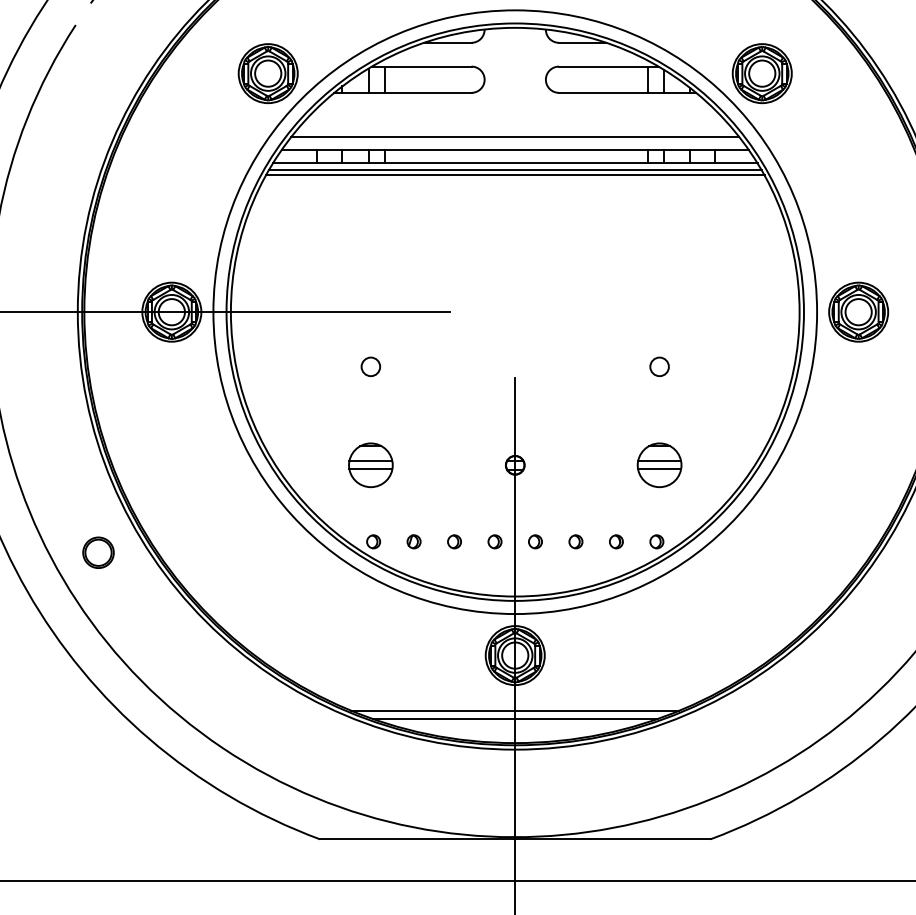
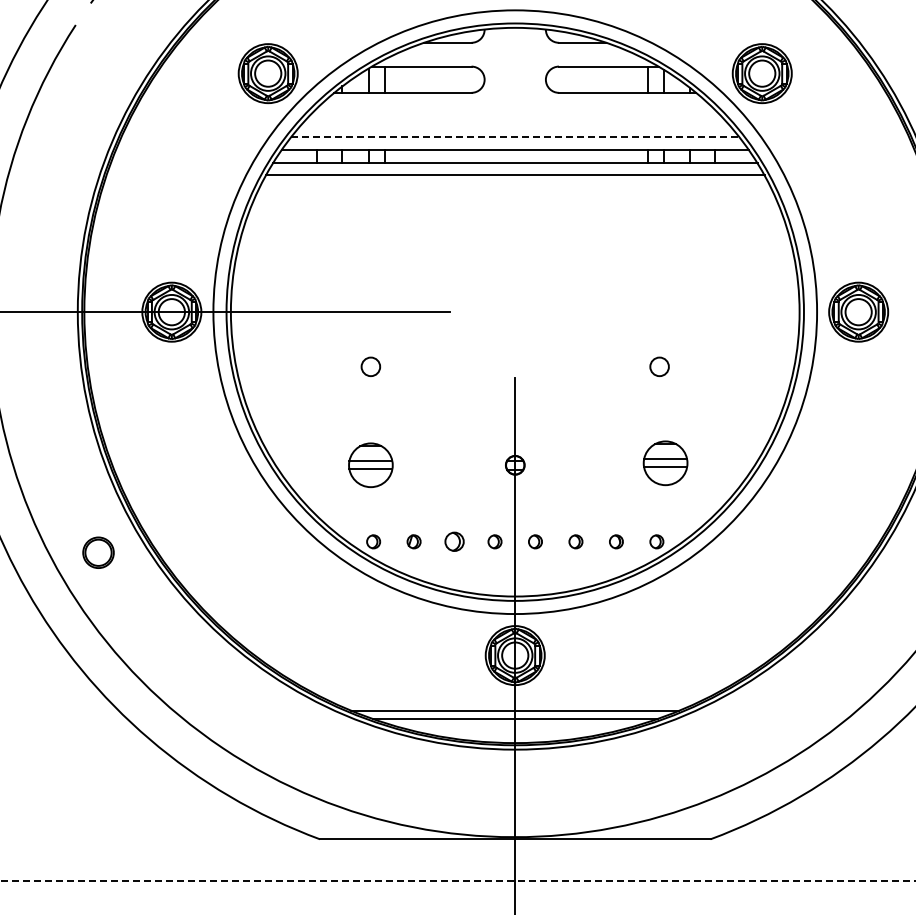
line at (515, 136): solid -> dashed
line at (515, 170): present -> none
part at (659, 465) position: (659, 465) -> (665, 463)
part at (454, 541) size: 15x16 px -> 21x21 px
line at (458, 880): solid -> dashed
